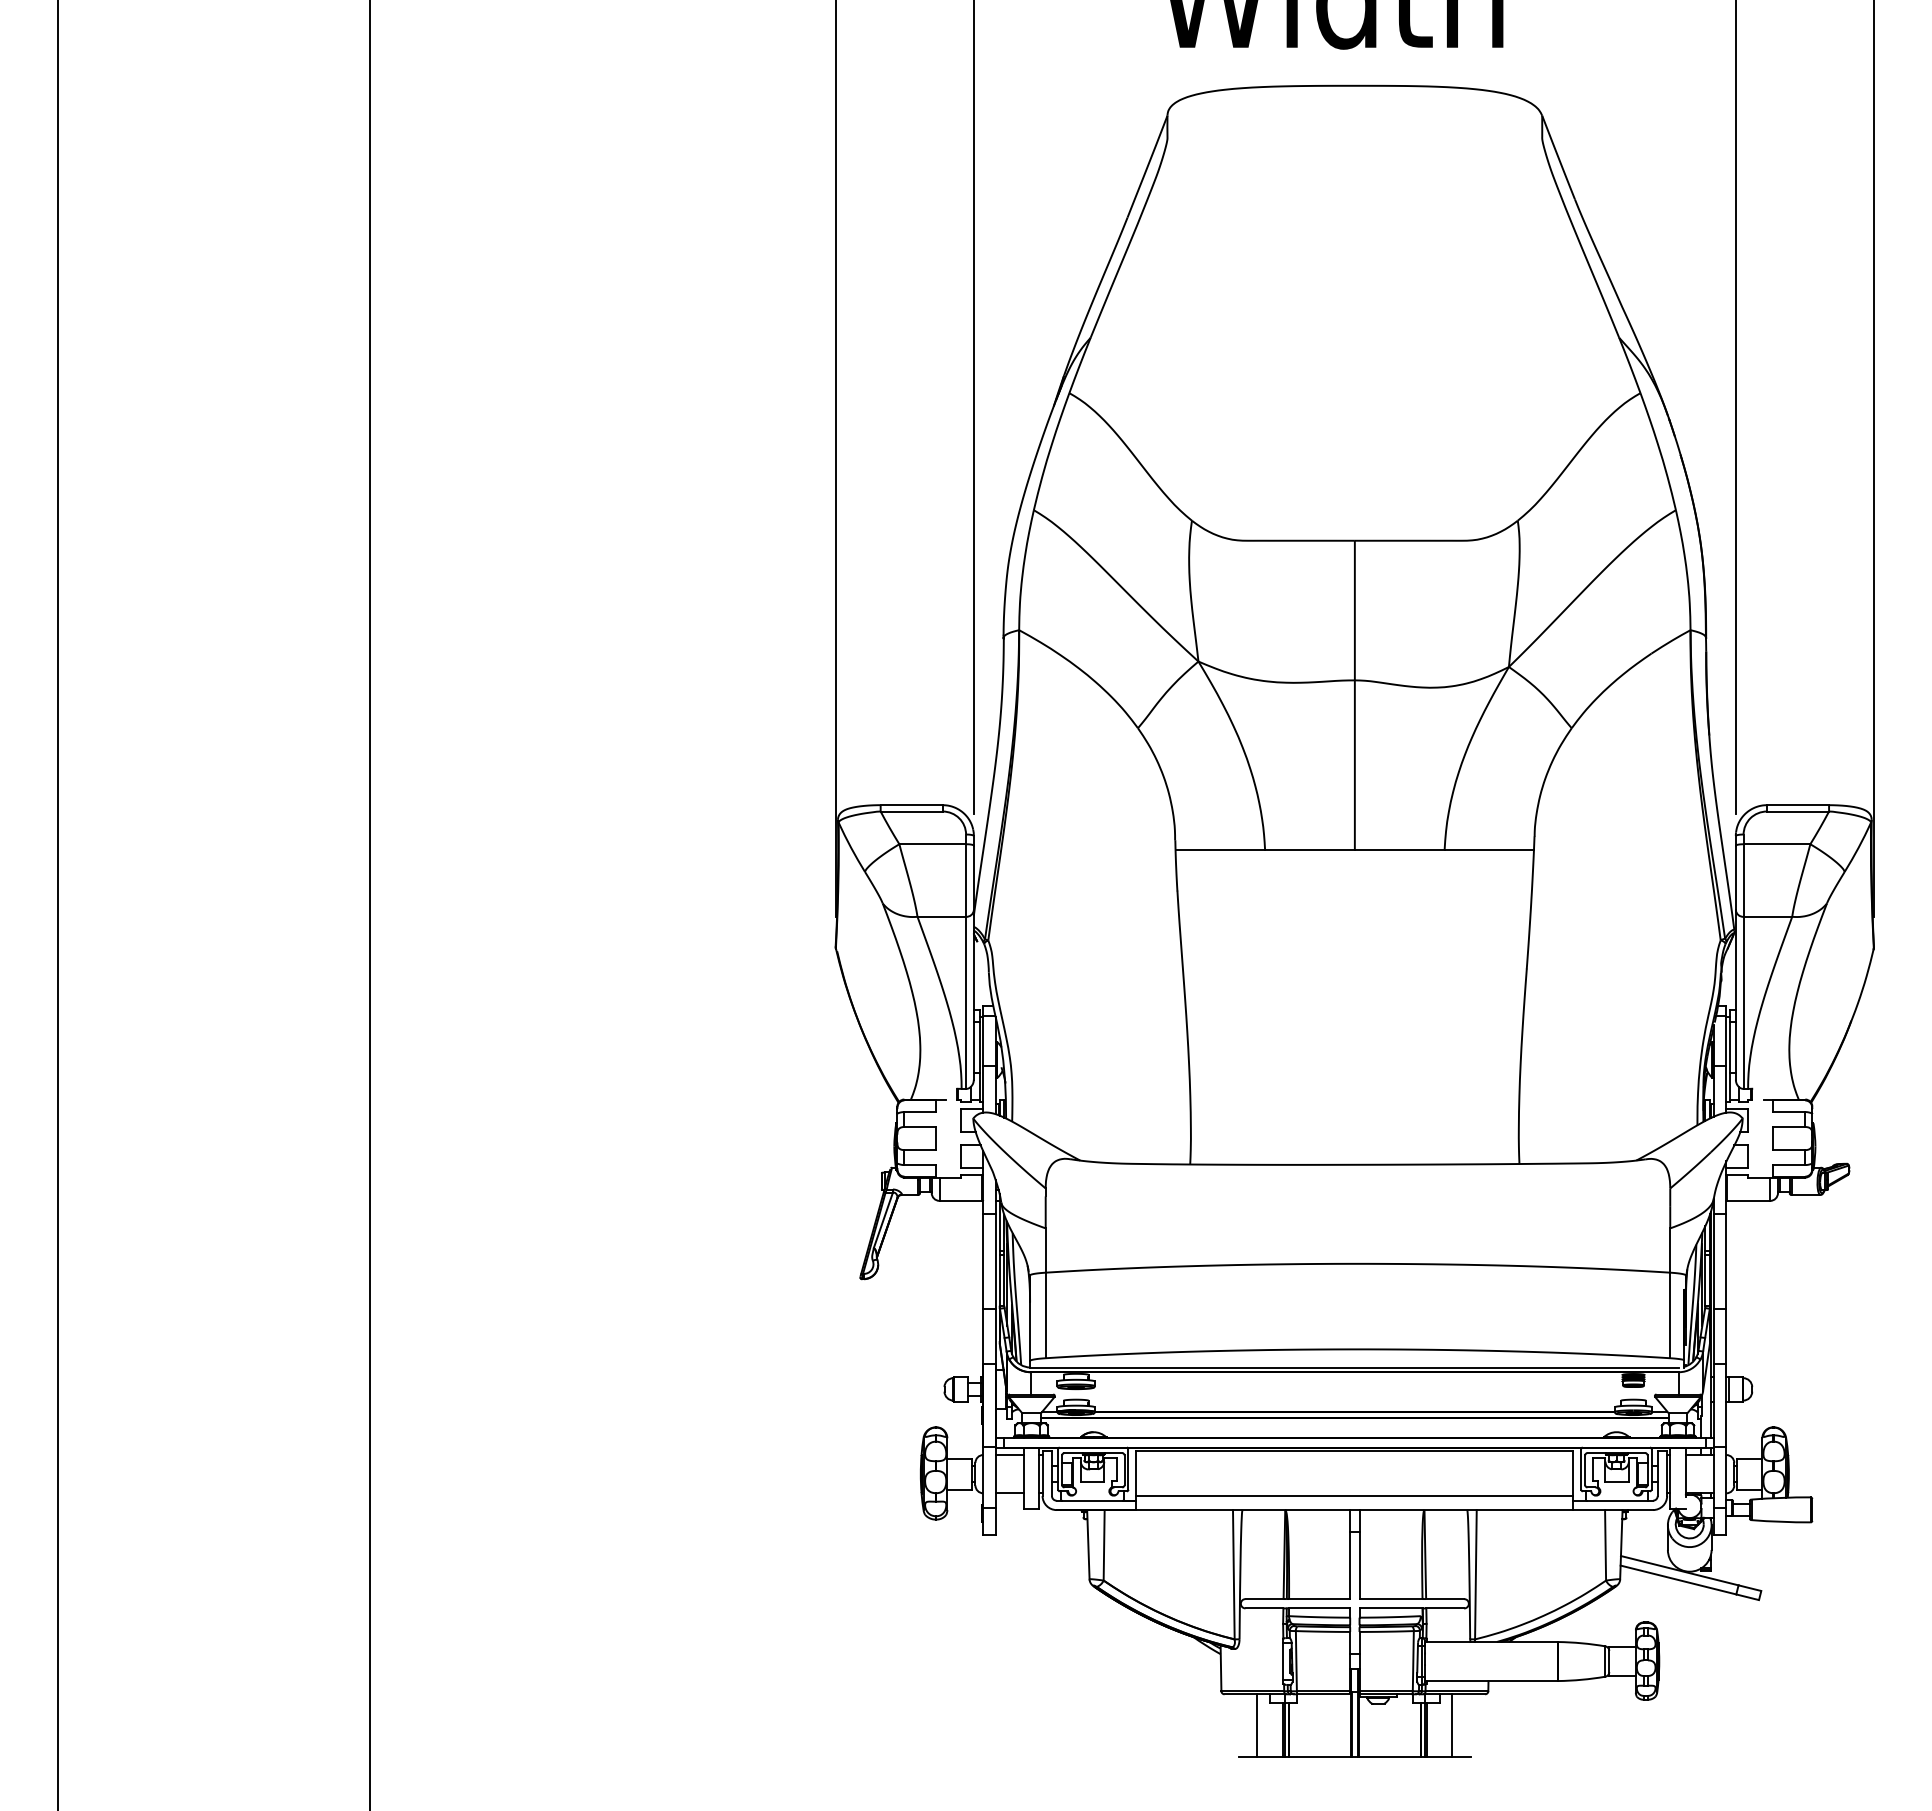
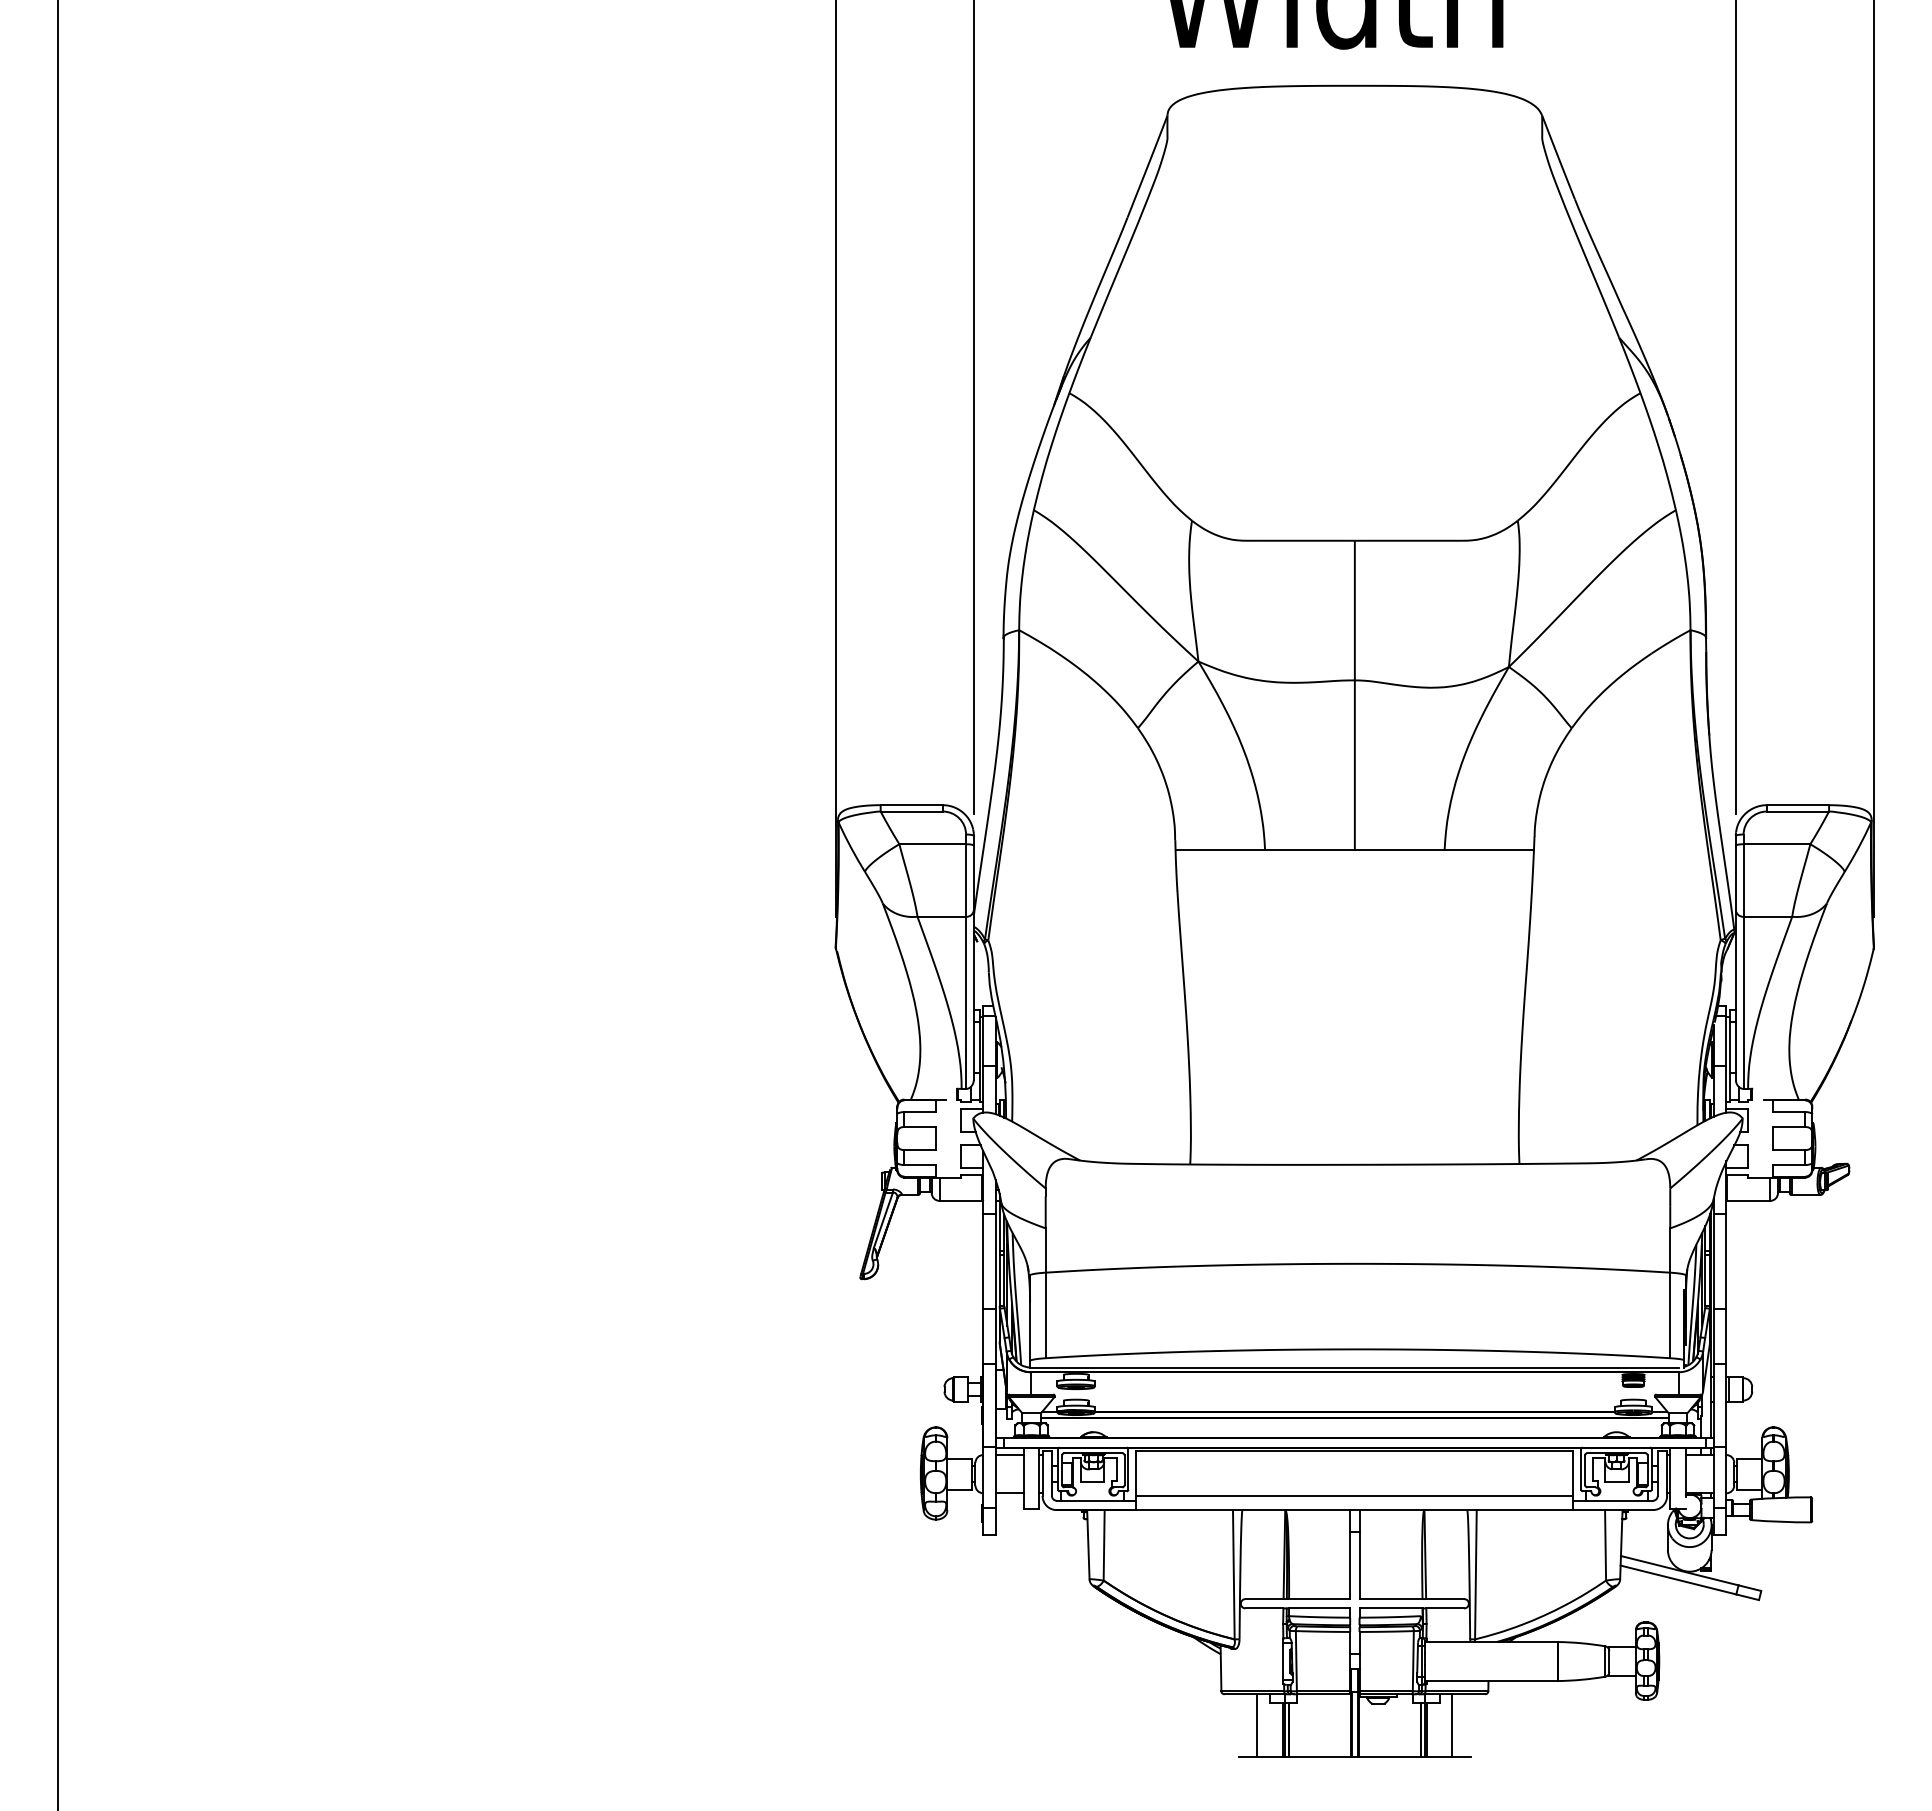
line at (370, 904): present -> none
